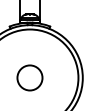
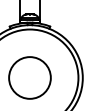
circle at (29, 77) diameter: 25 px -> 42 px
